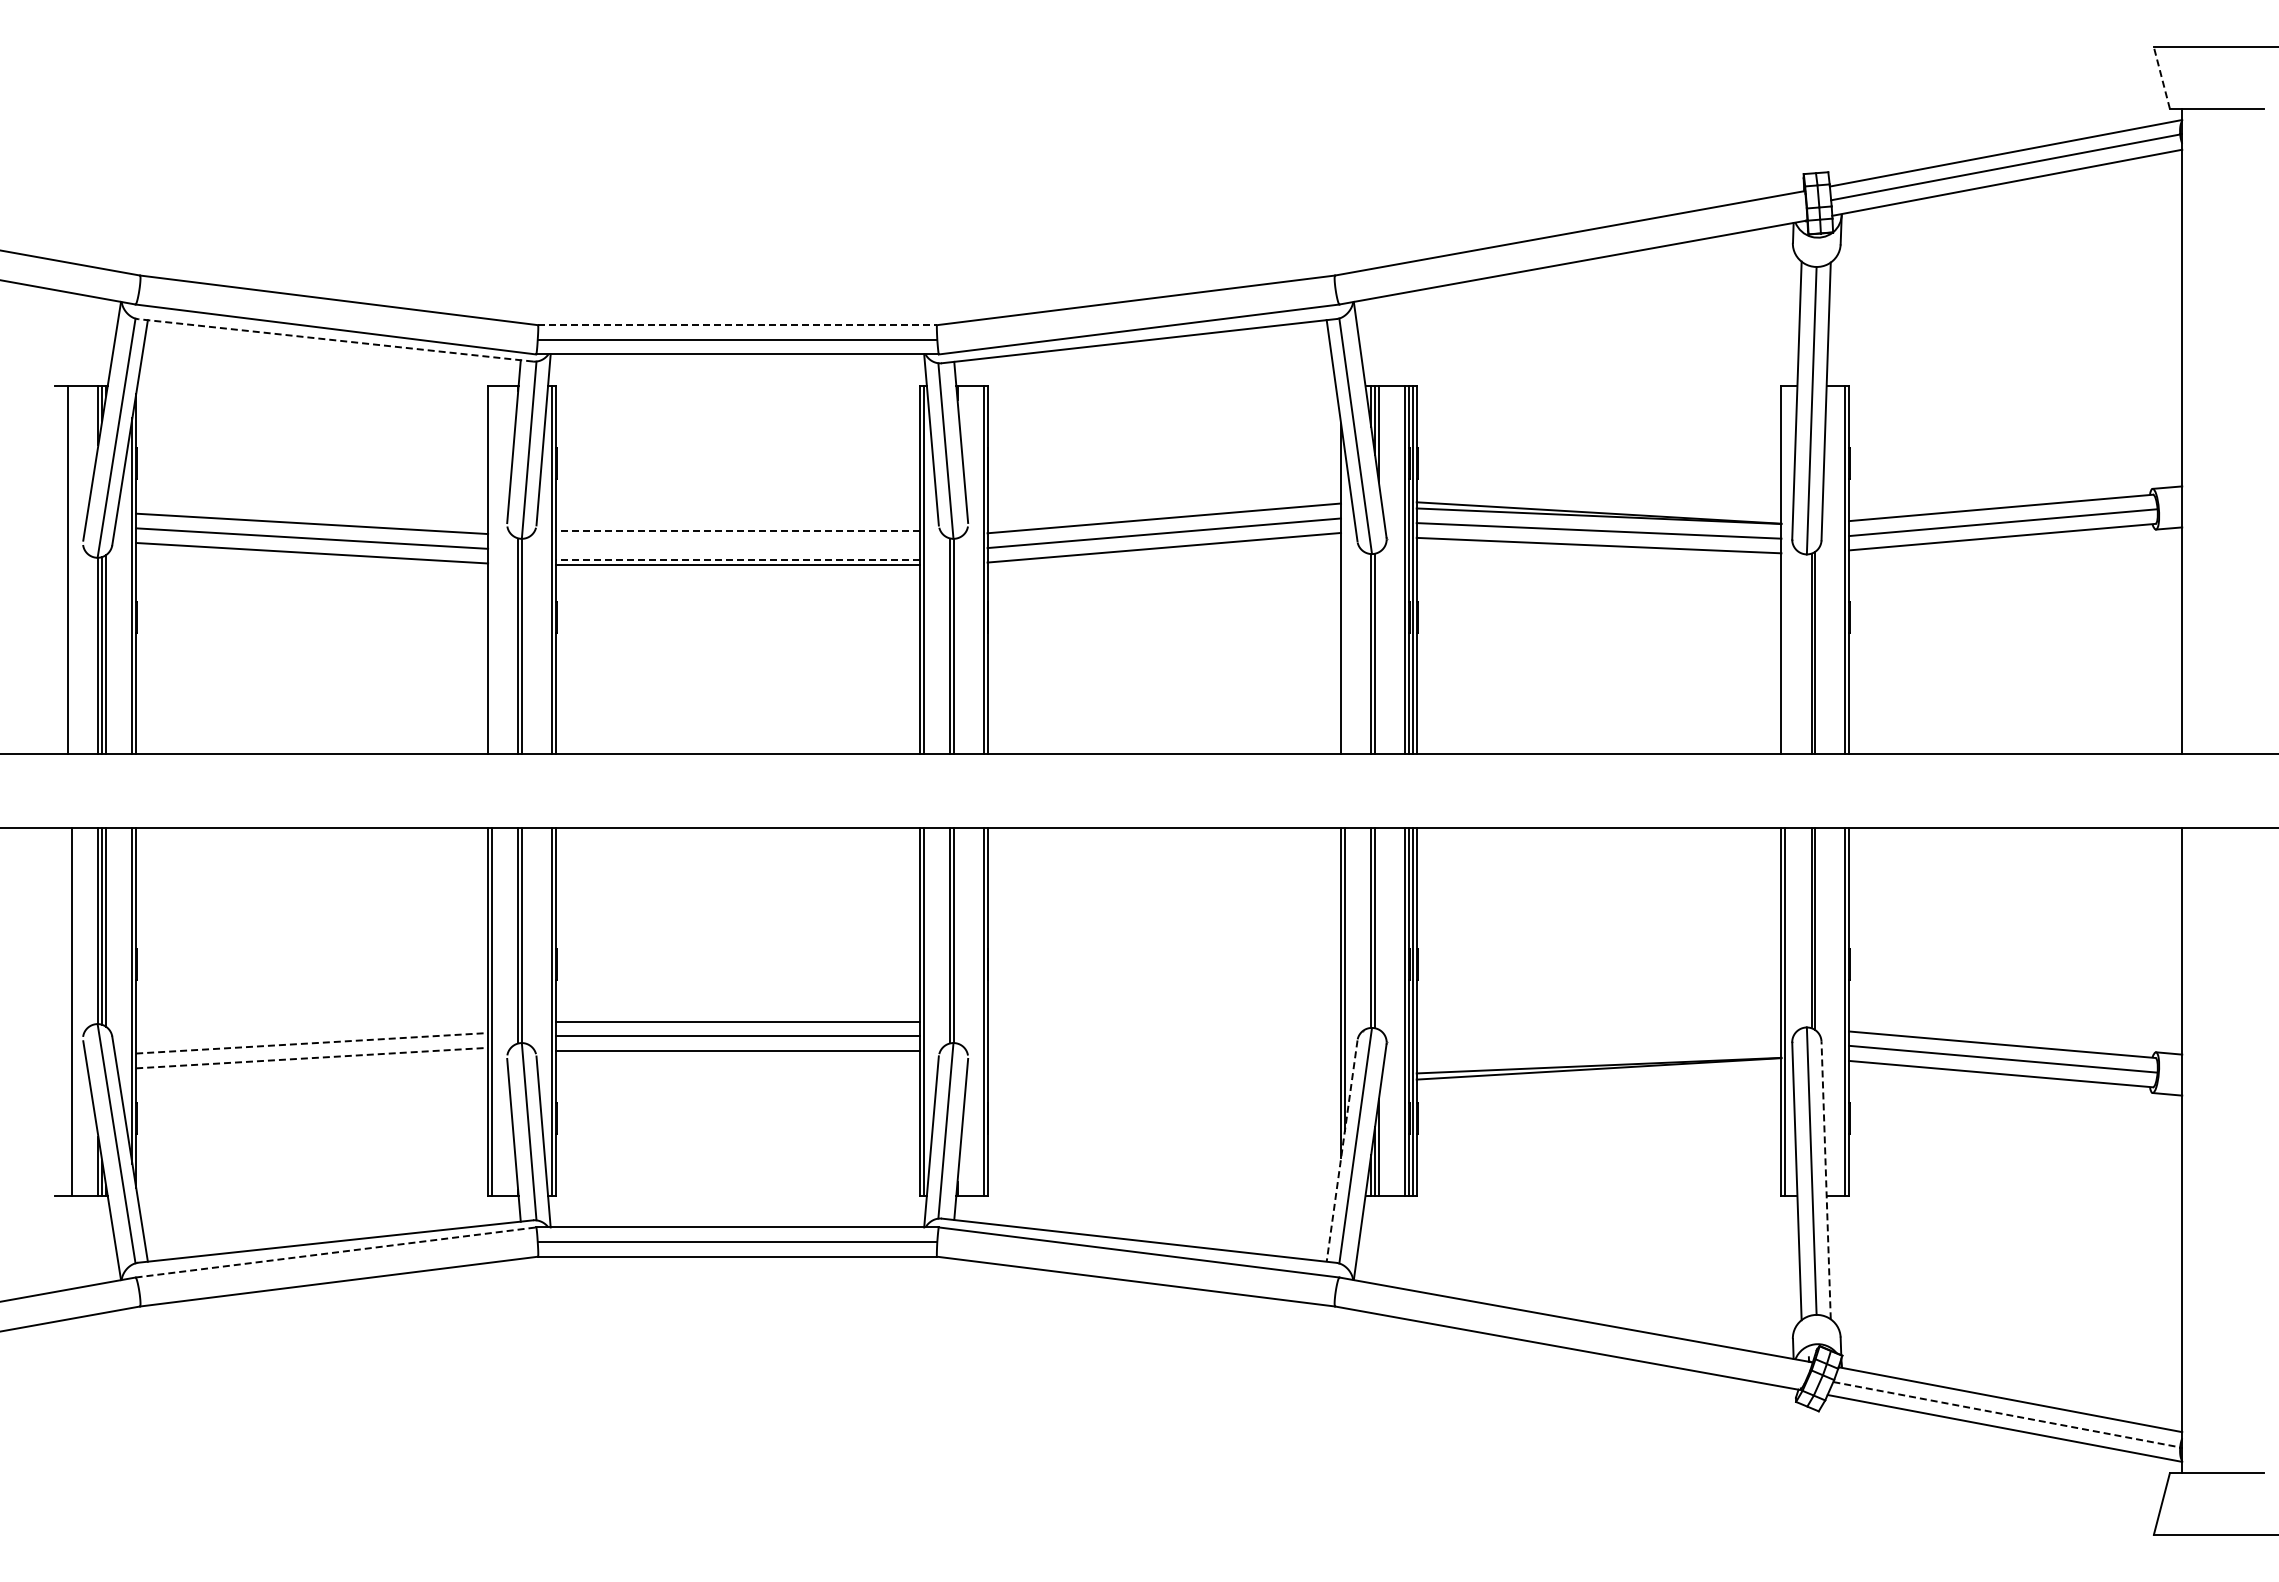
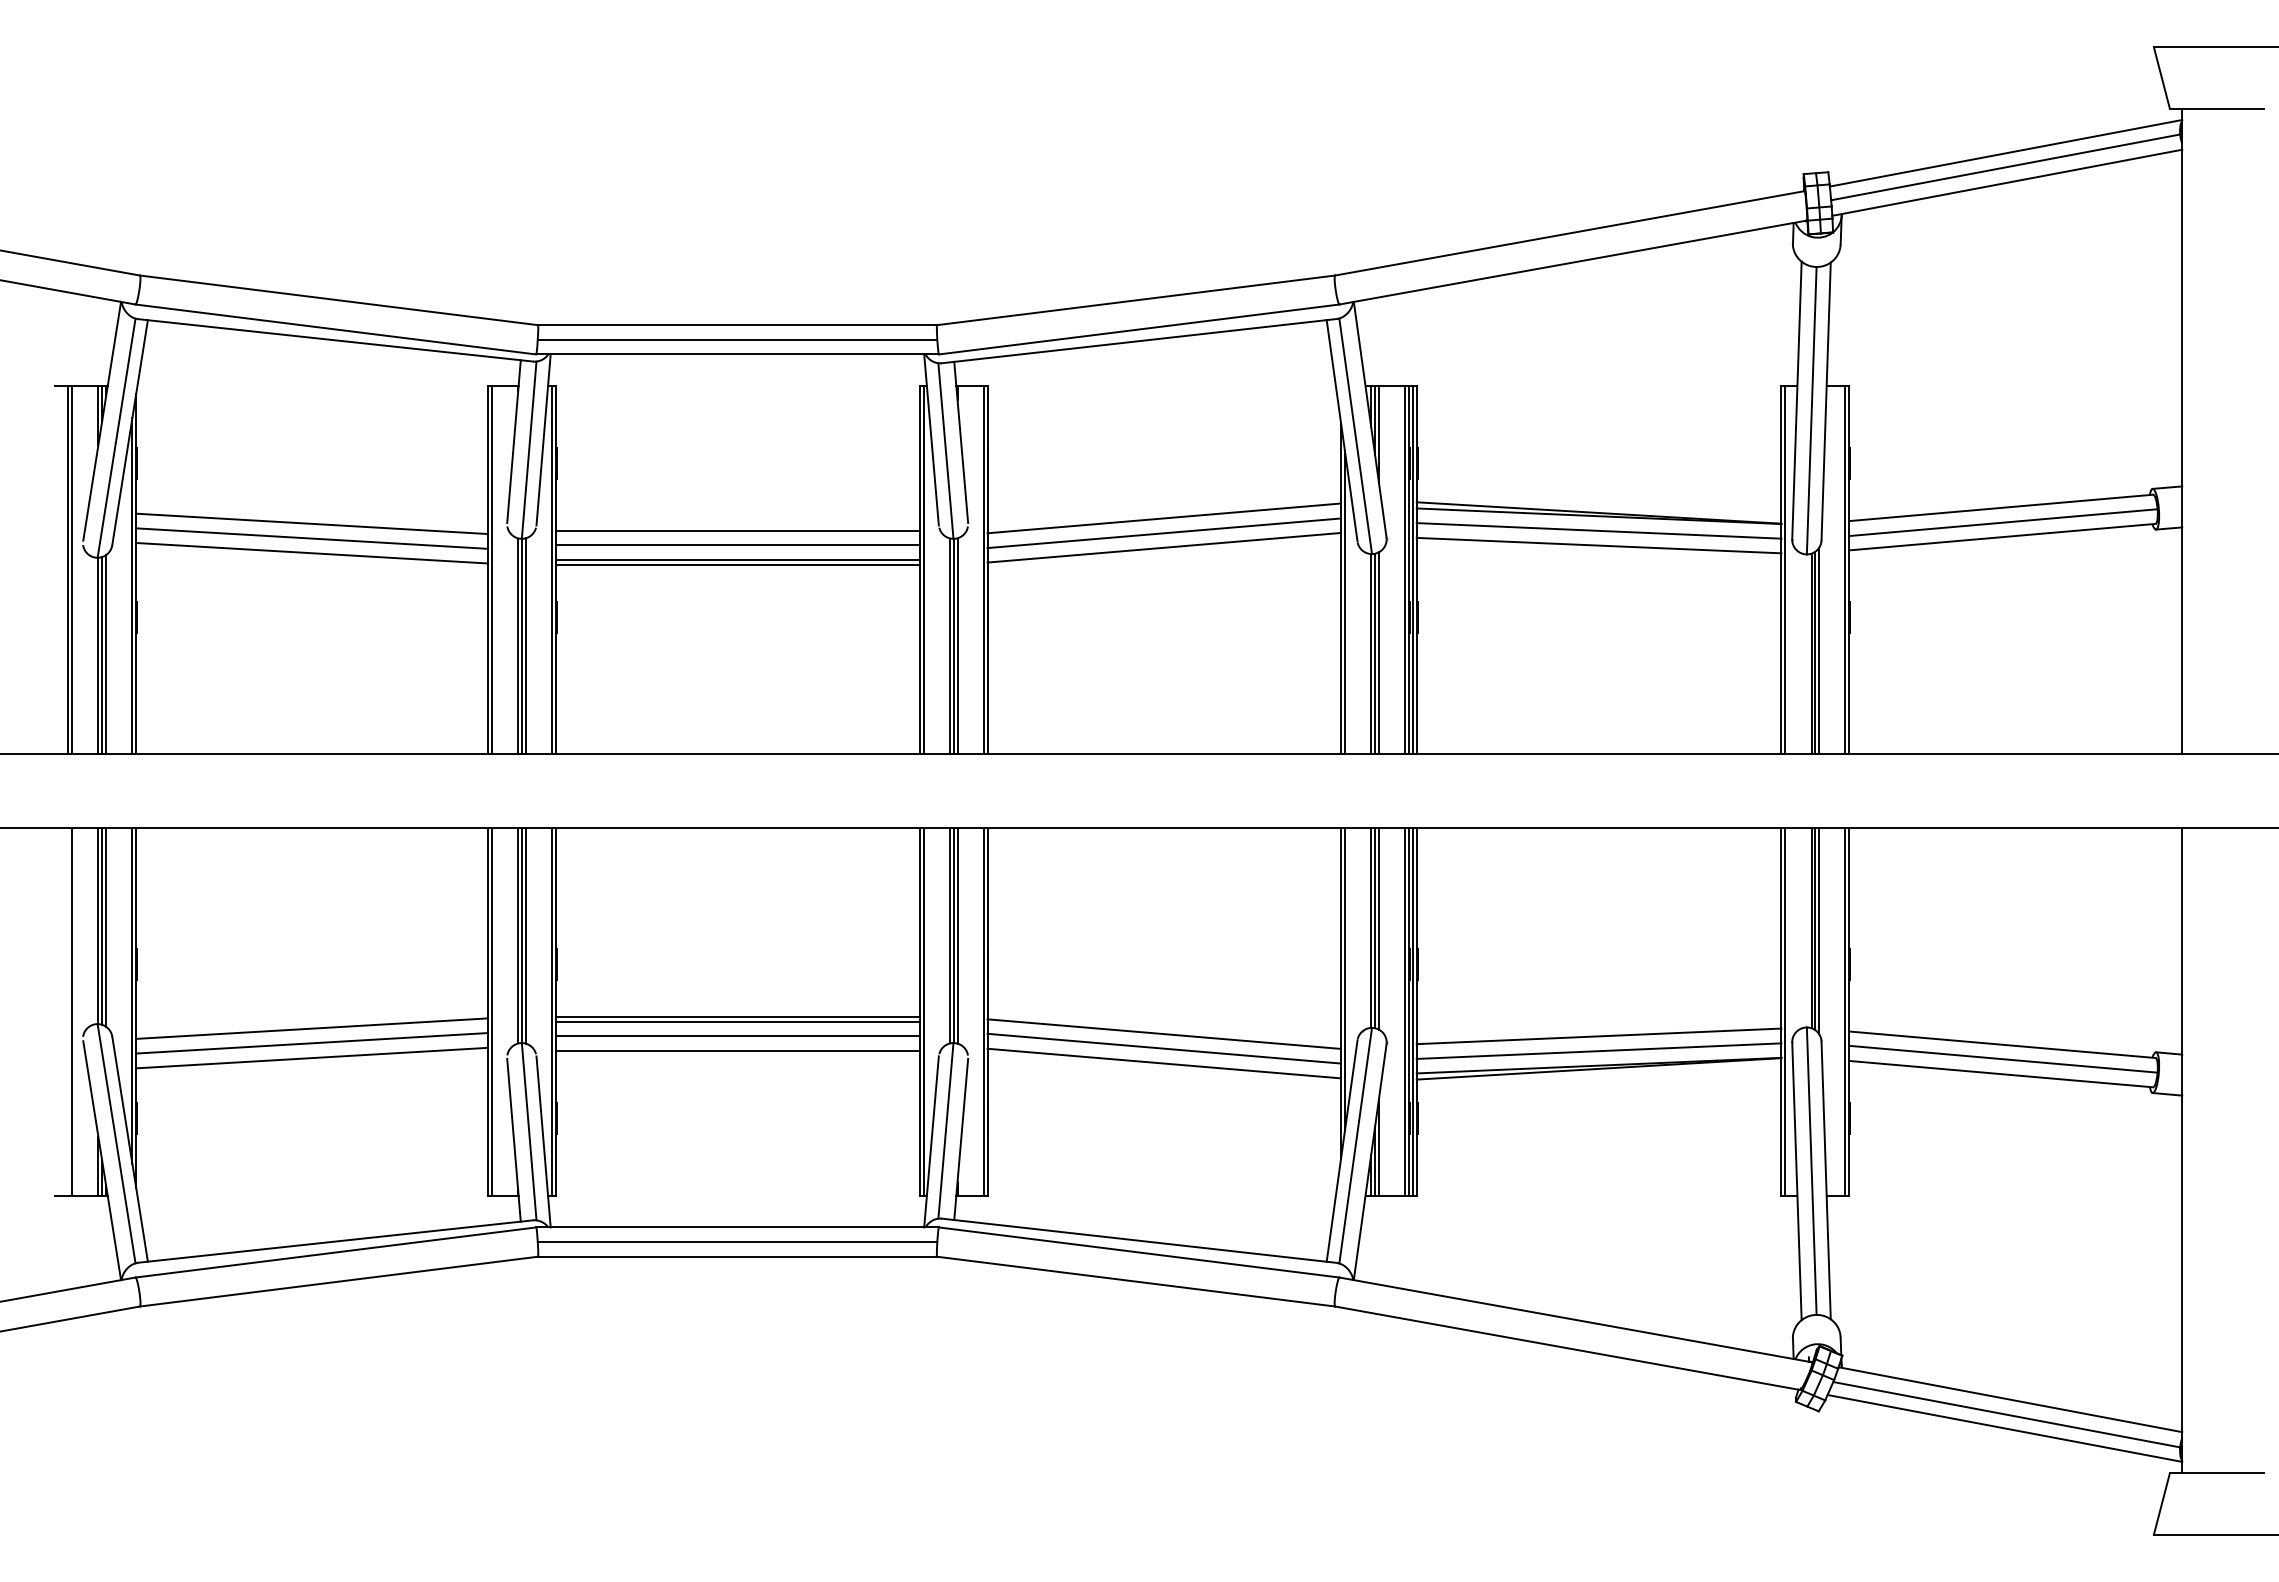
line at (2161, 78): dashed -> solid
line at (738, 325): dashed -> solid
line at (335, 340): dashed -> solid
line at (737, 530): dashed -> solid
line at (737, 545): none -> present
line at (737, 560): dashed -> solid
line at (72, 569): none -> present
line at (491, 569): none -> present
line at (1785, 569): none -> present
line at (1344, 602): none -> present
line at (525, 645): none -> present
line at (957, 645): none -> present
line at (1819, 650): none -> present
line at (1378, 652): none -> present
line at (1378, 928): none -> present
line at (1819, 931): none -> present
line at (525, 935): none -> present
line at (957, 935): none -> present
line at (737, 1016): none -> present
line at (312, 1028): none -> present
line at (1164, 1033): none -> present
line at (1598, 1036): none -> present
line at (312, 1043): dashed -> solid
line at (1164, 1048): none -> present
line at (1598, 1050): none -> present
line at (312, 1058): dashed -> solid
line at (1164, 1063): none -> present
line at (1342, 1151): dashed -> solid
line at (1826, 1180): dashed -> solid
line at (335, 1252): dashed -> solid
line at (2007, 1414): dashed -> solid
